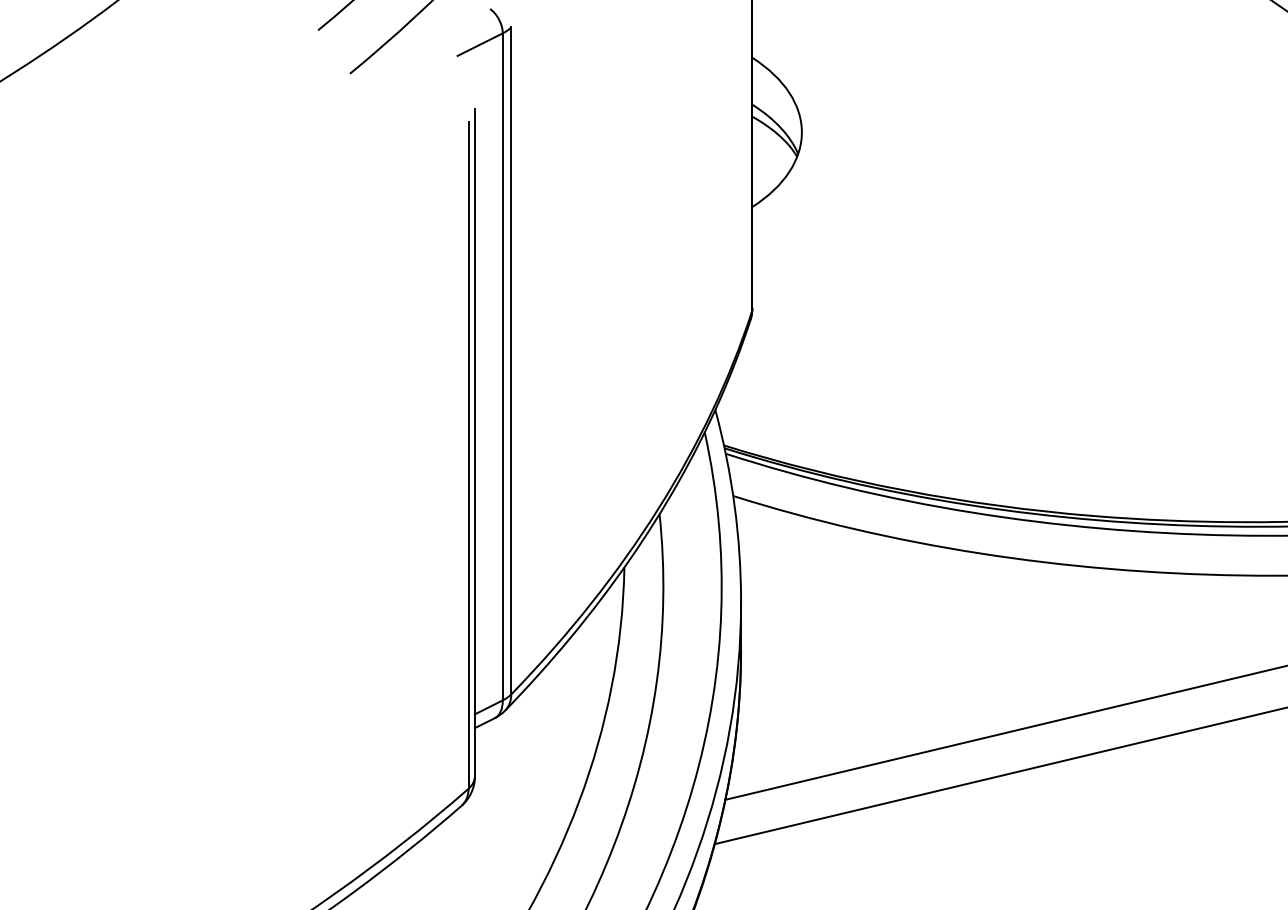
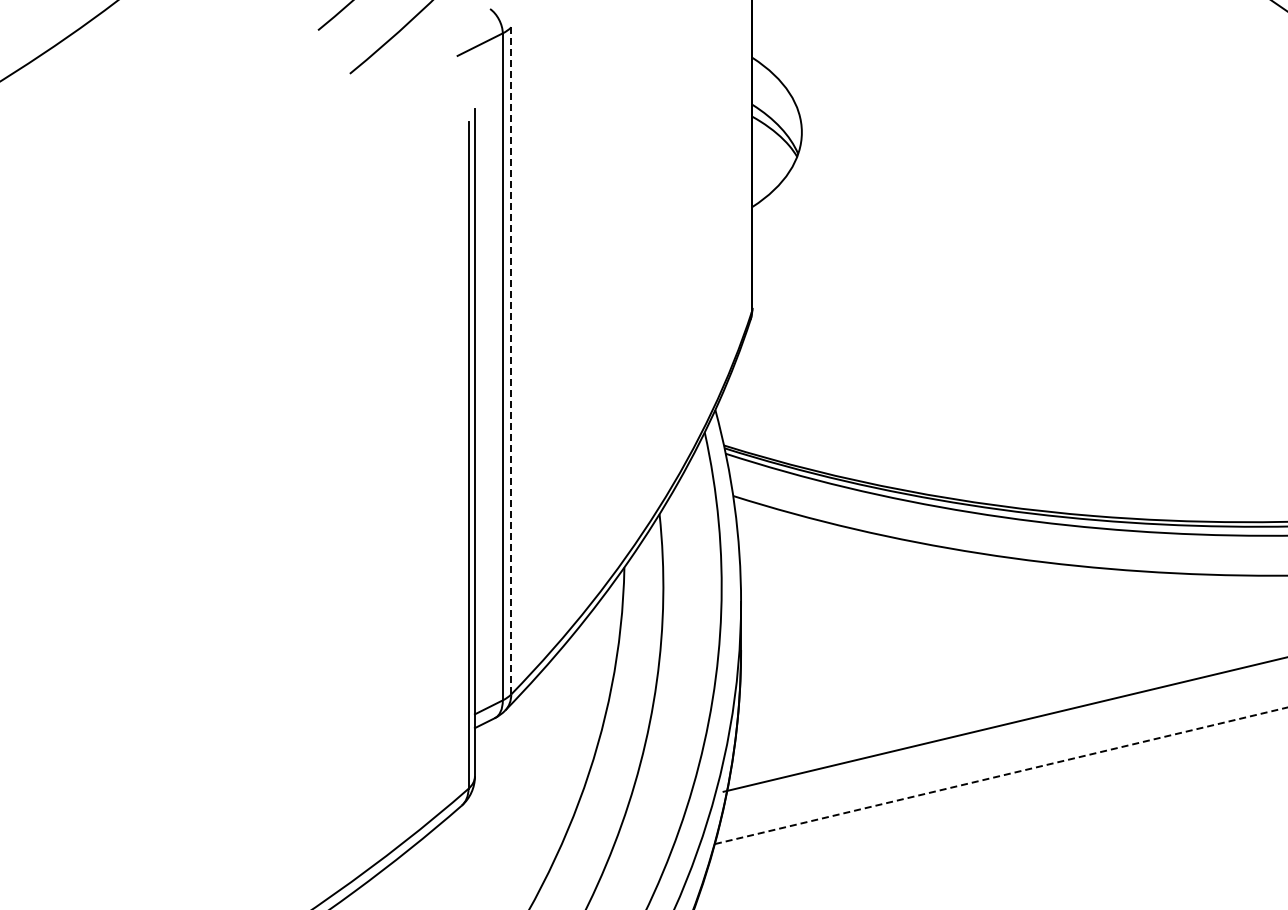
line at (511, 360): solid -> dashed
line at (1004, 732) position: (1004, 732) -> (1003, 724)
line at (1001, 775): solid -> dashed
